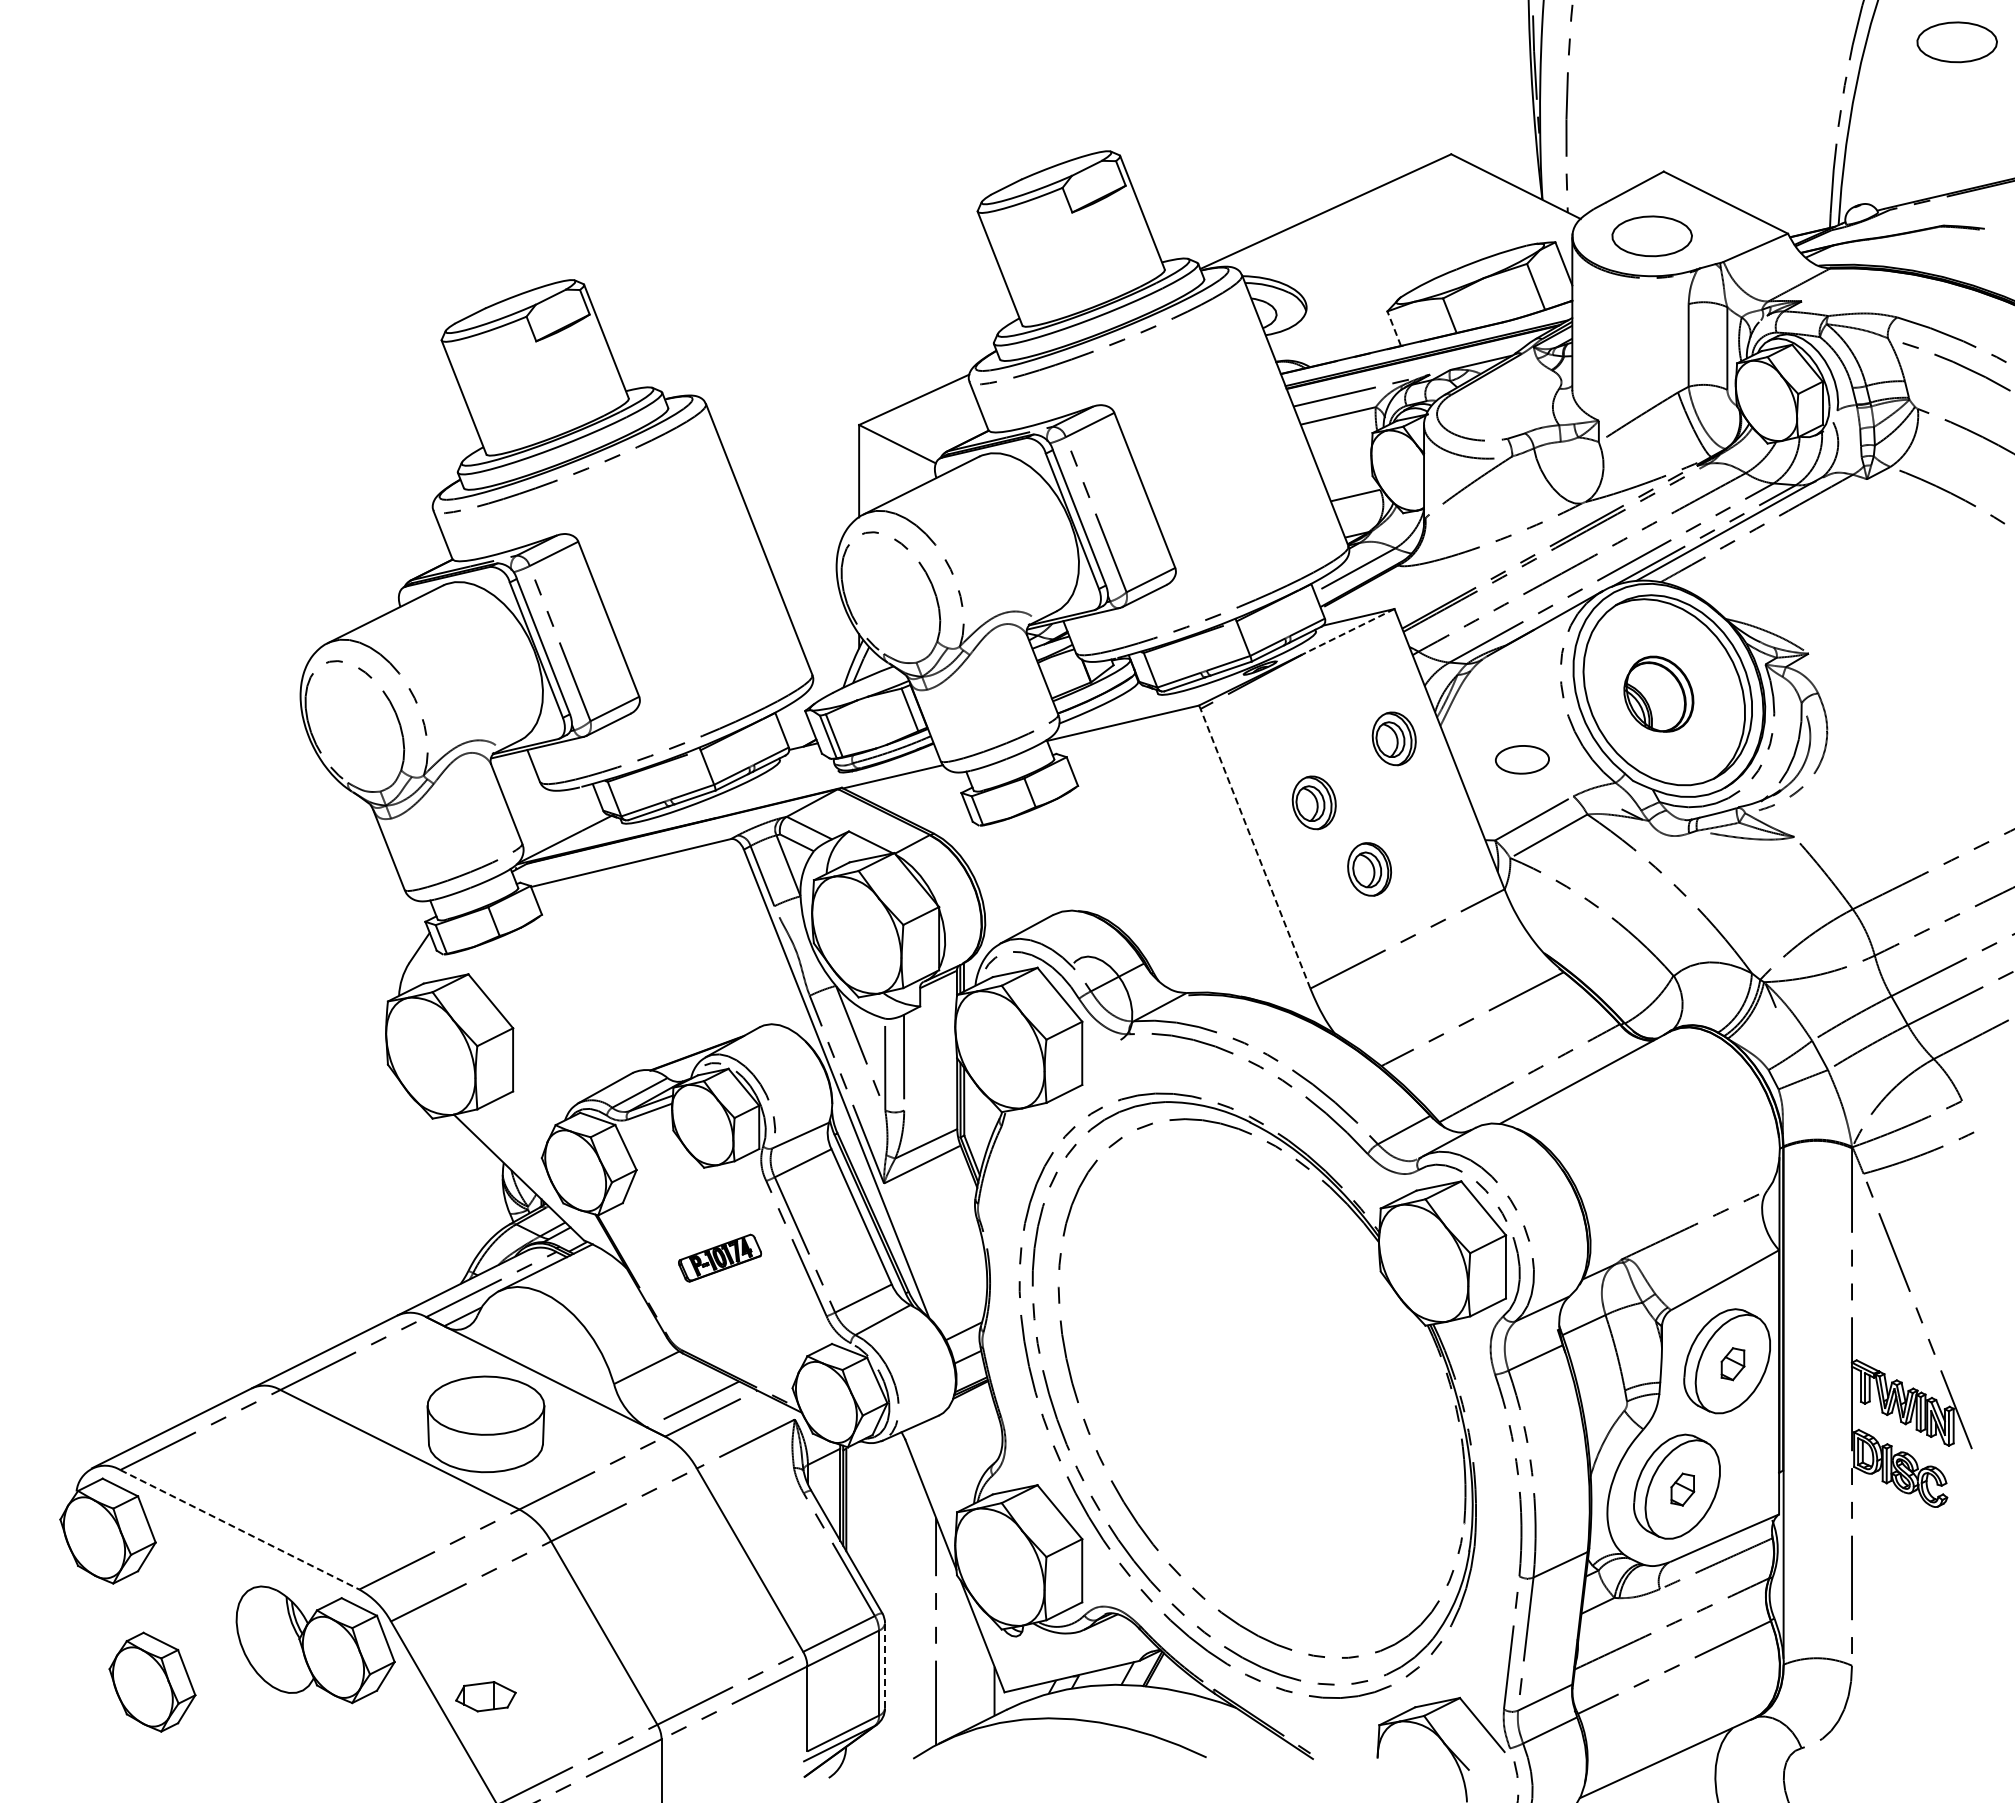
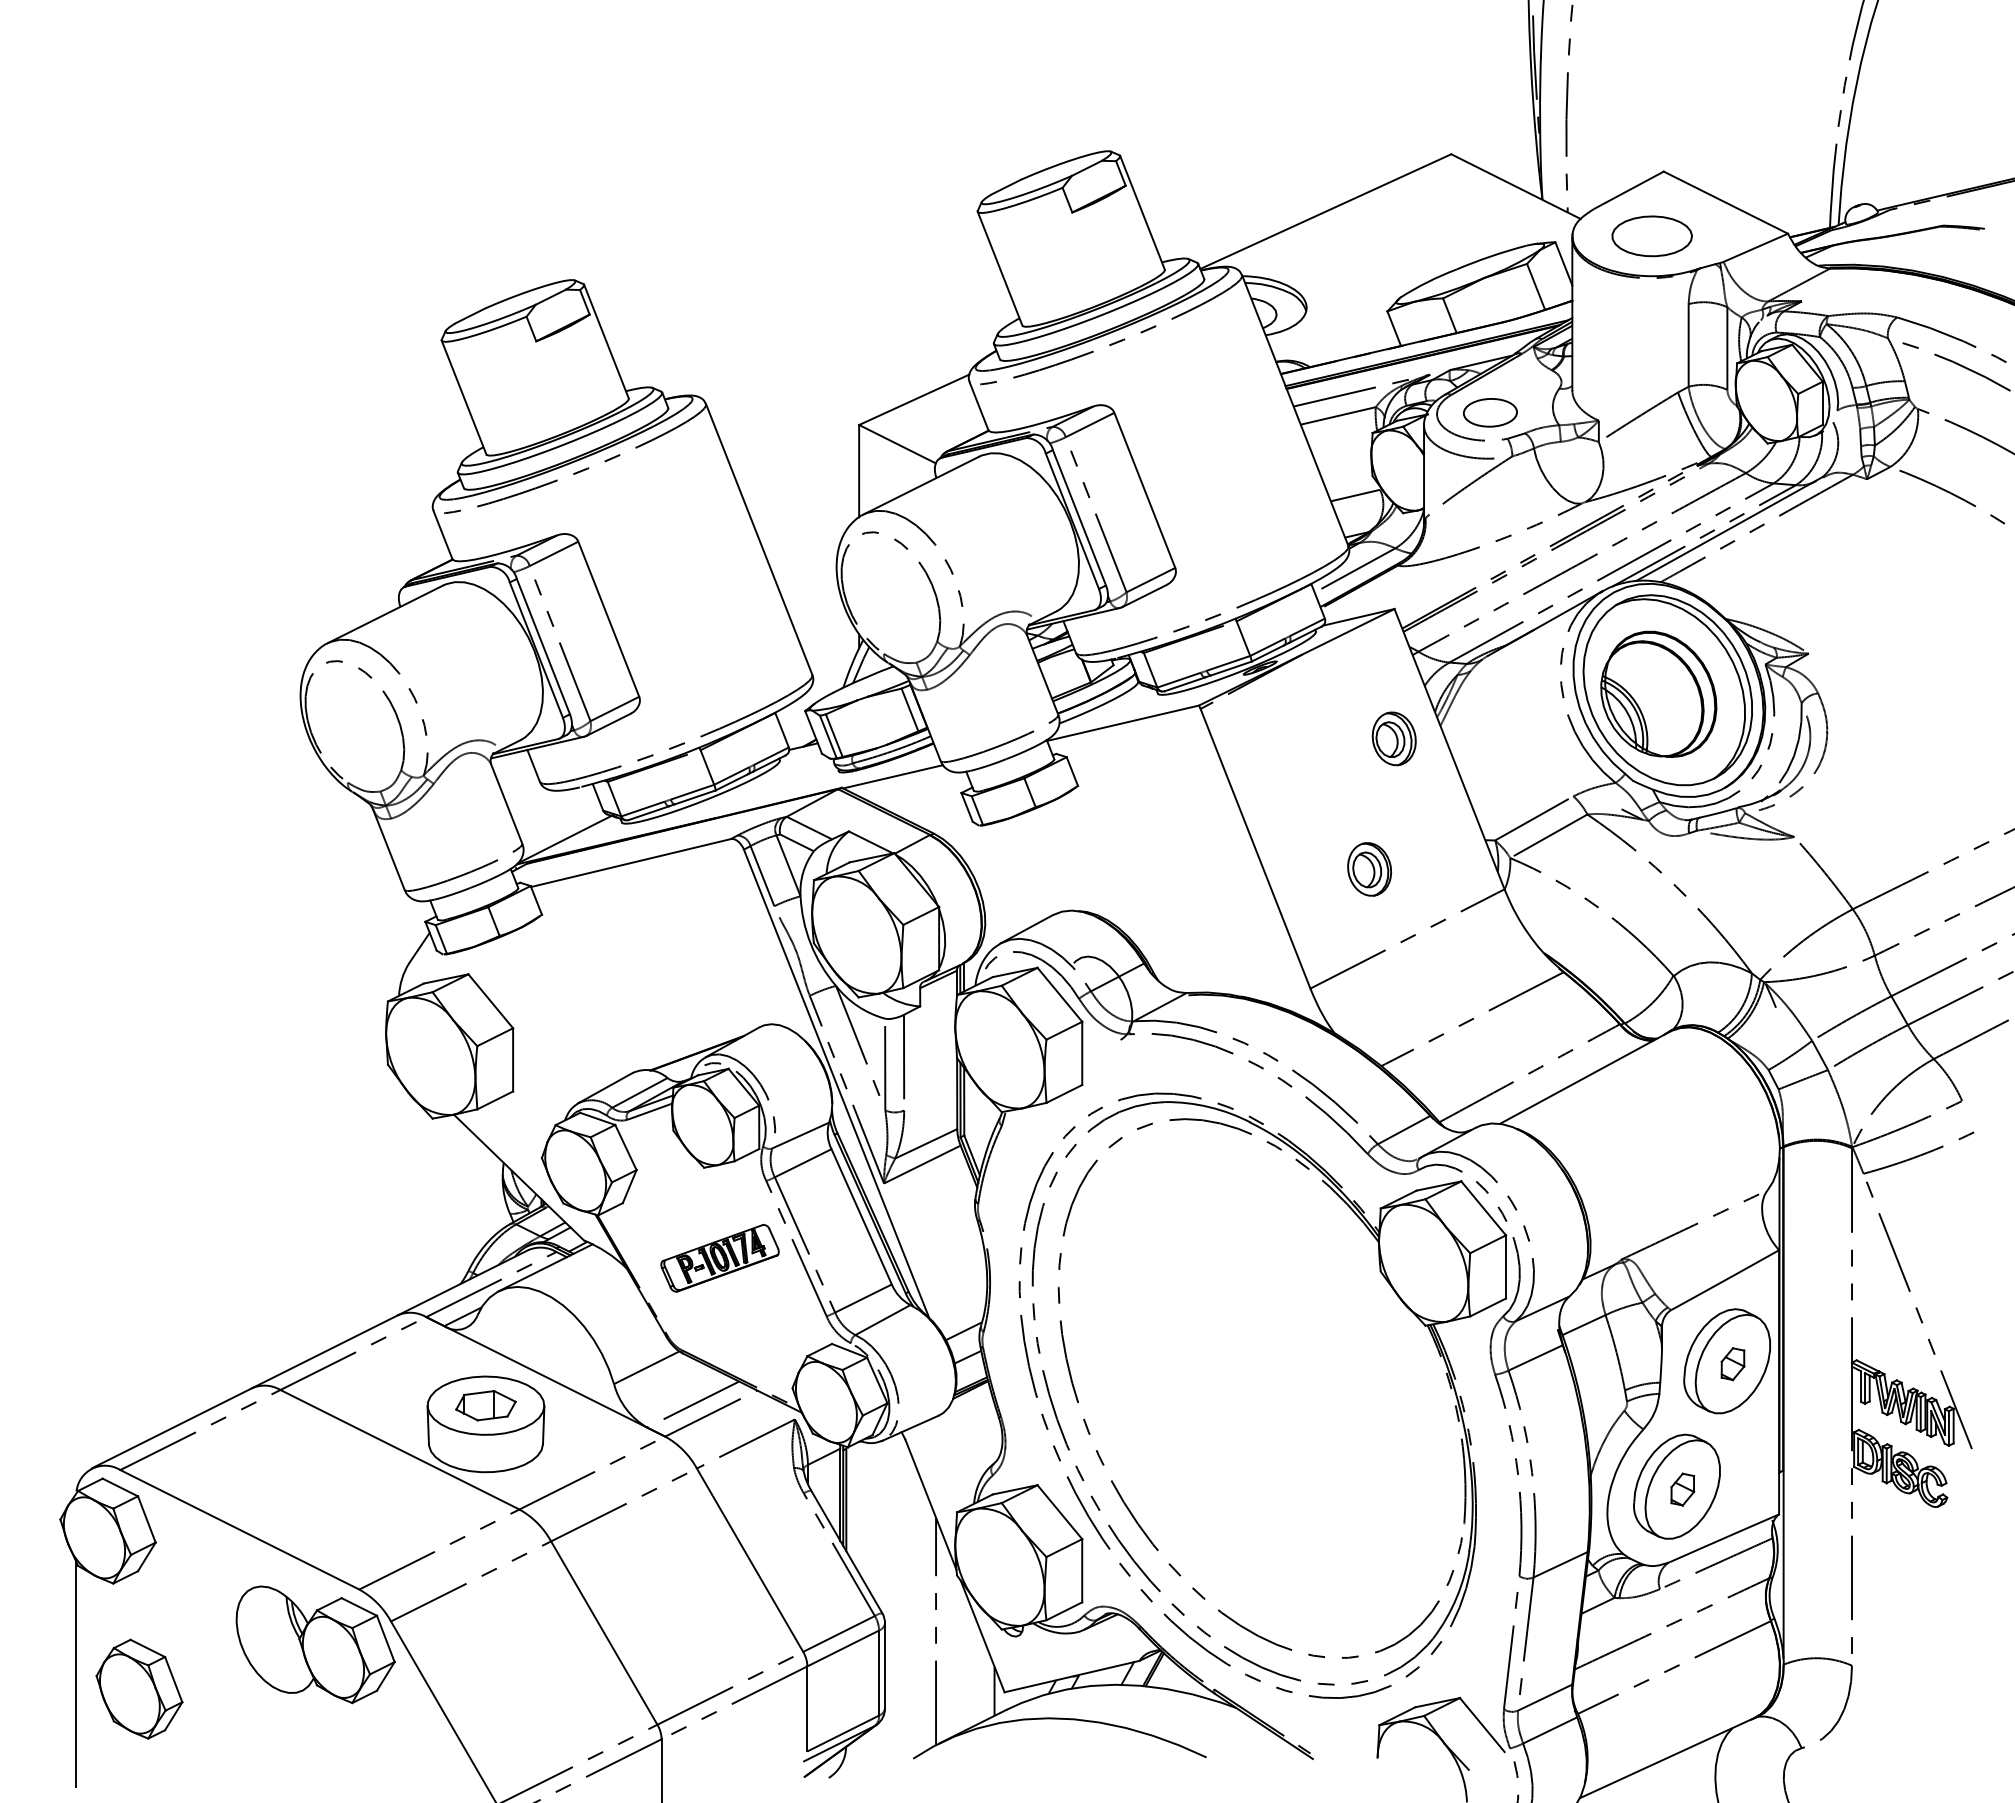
part at (1956, 42): present -> none
line at (1394, 328): dashed -> solid
line at (1348, 631): dashed -> solid
part at (1658, 693) size: 72x78 px -> 118x128 px
part at (1522, 759) position: (1522, 759) -> (1490, 412)
part at (1313, 802): present -> none
line at (1255, 848): dashed -> solid
part at (719, 1257) size: 84x50 px -> 120x70 px
line at (239, 1529): dashed -> solid
line at (885, 1665): dashed -> solid
line at (75, 1673): none -> present
part at (152, 1681) position: (152, 1681) -> (139, 1688)
part at (485, 1696) position: (485, 1696) -> (485, 1405)
